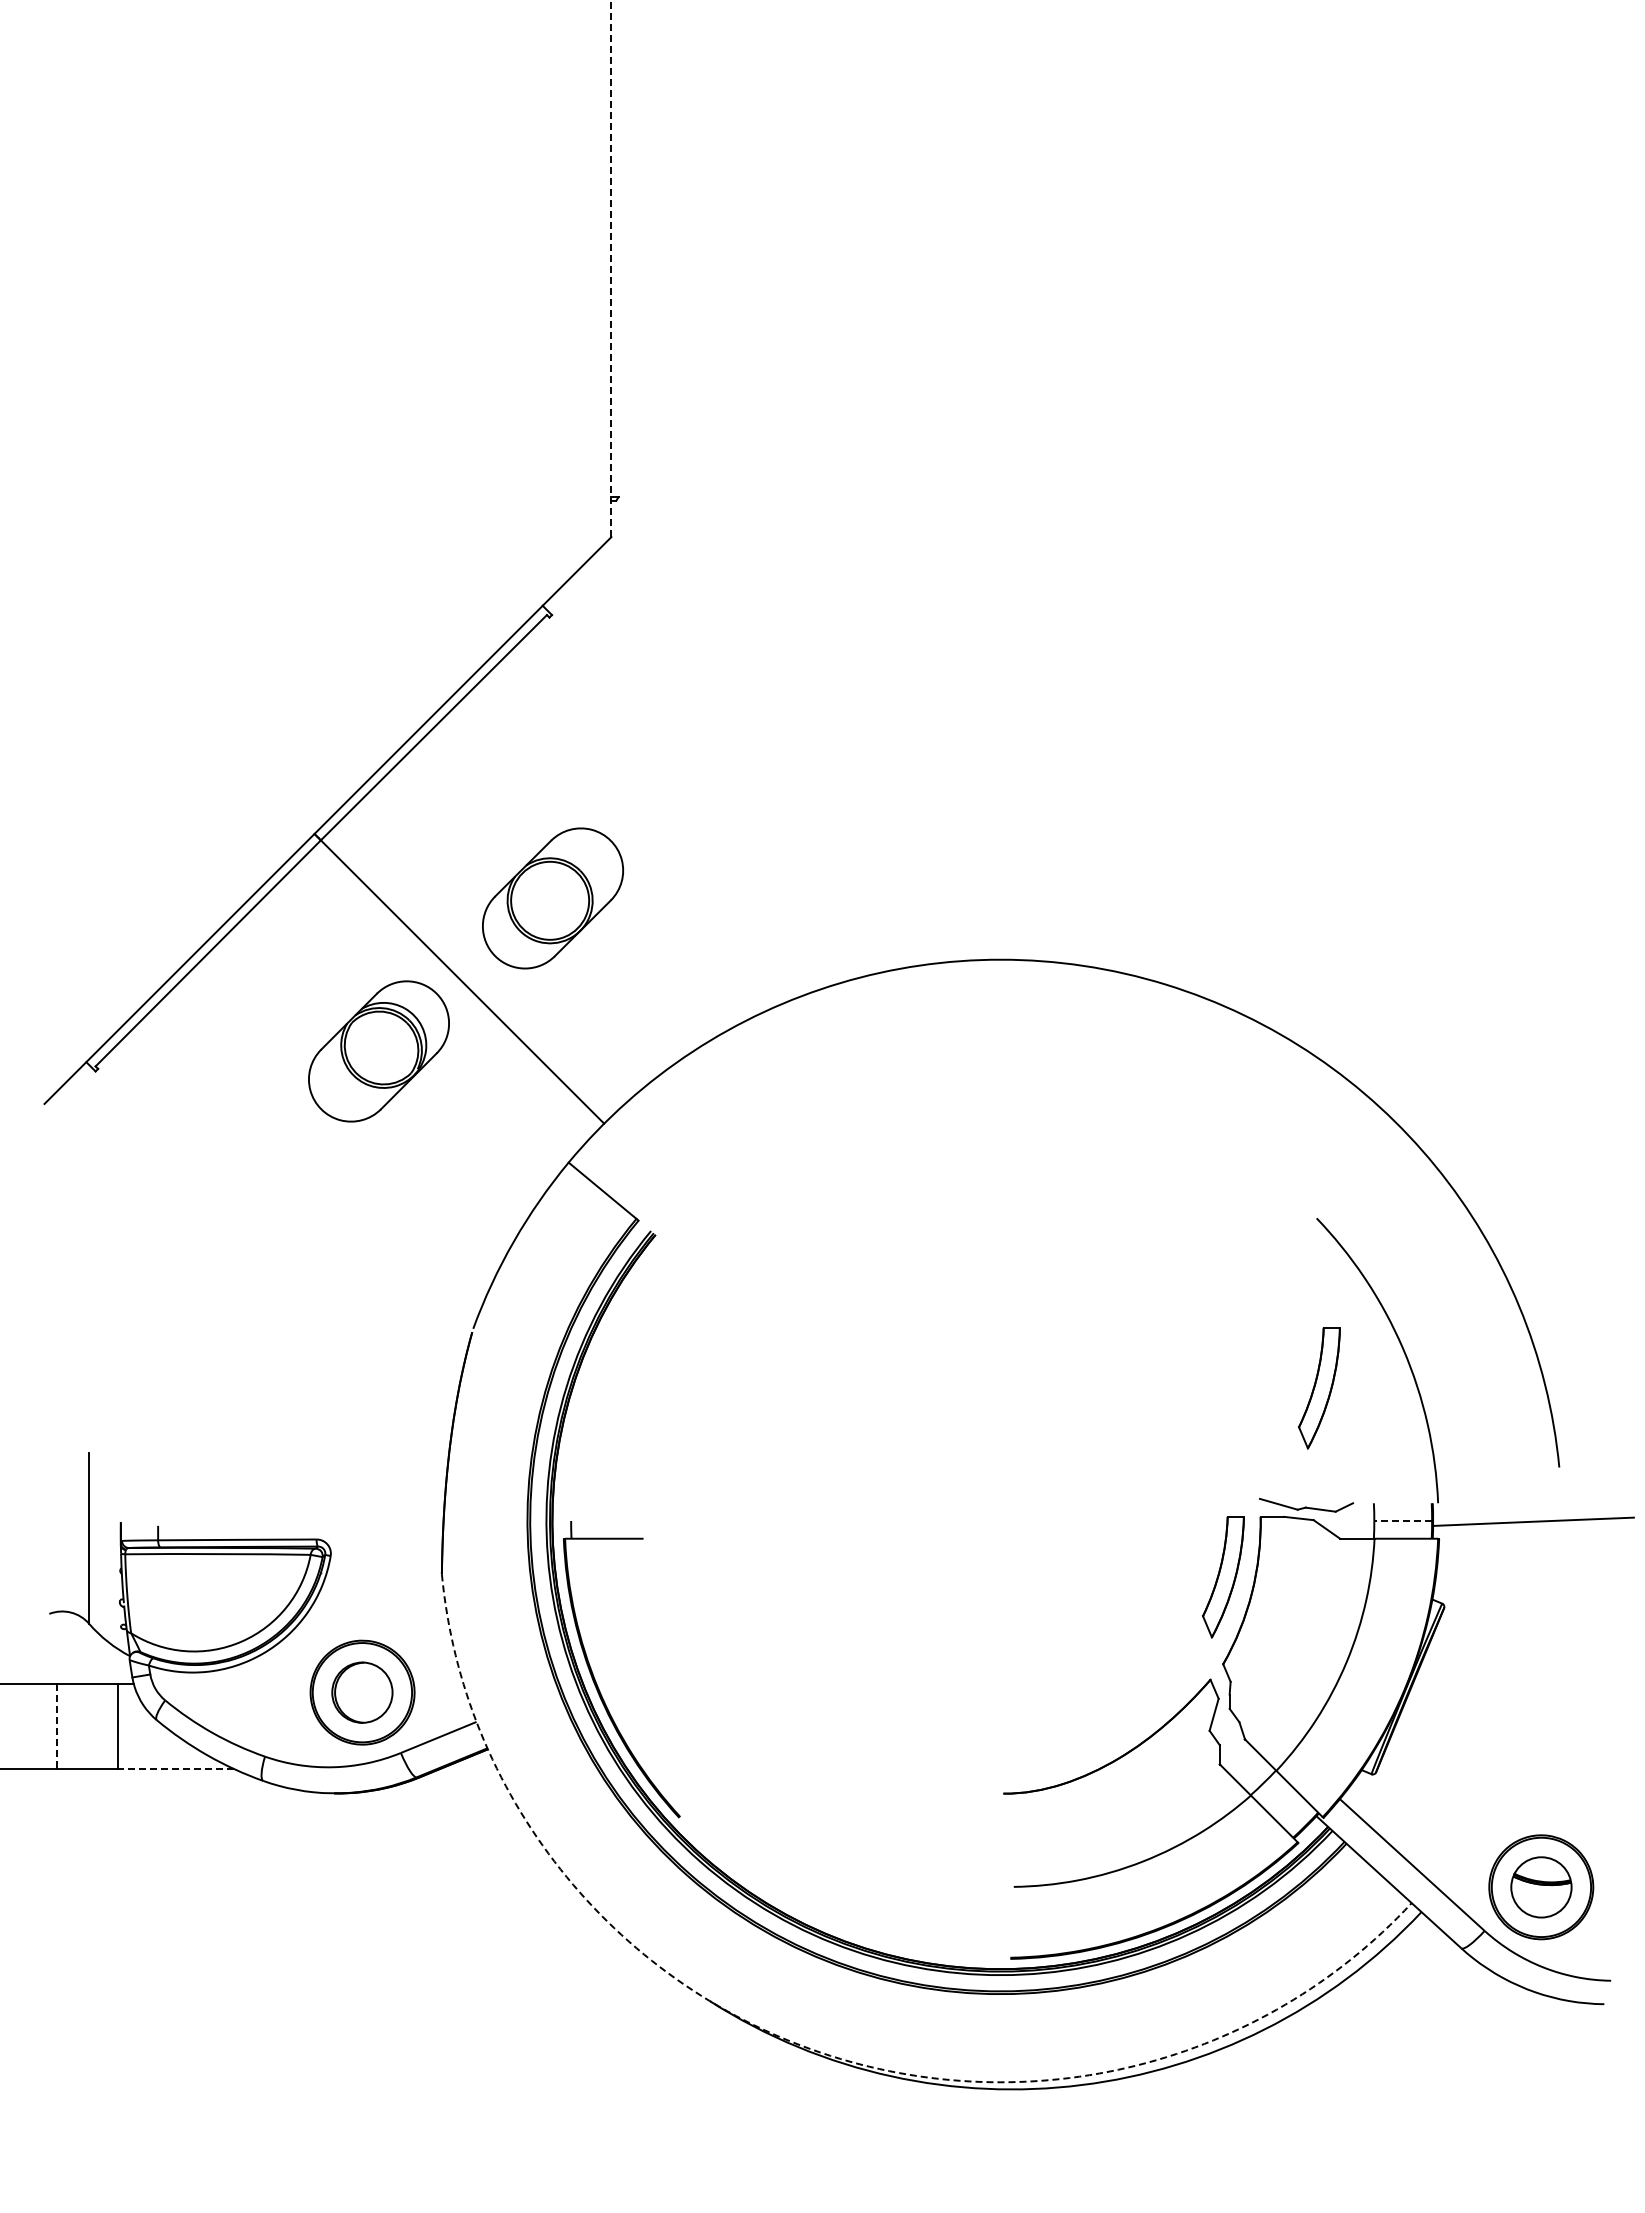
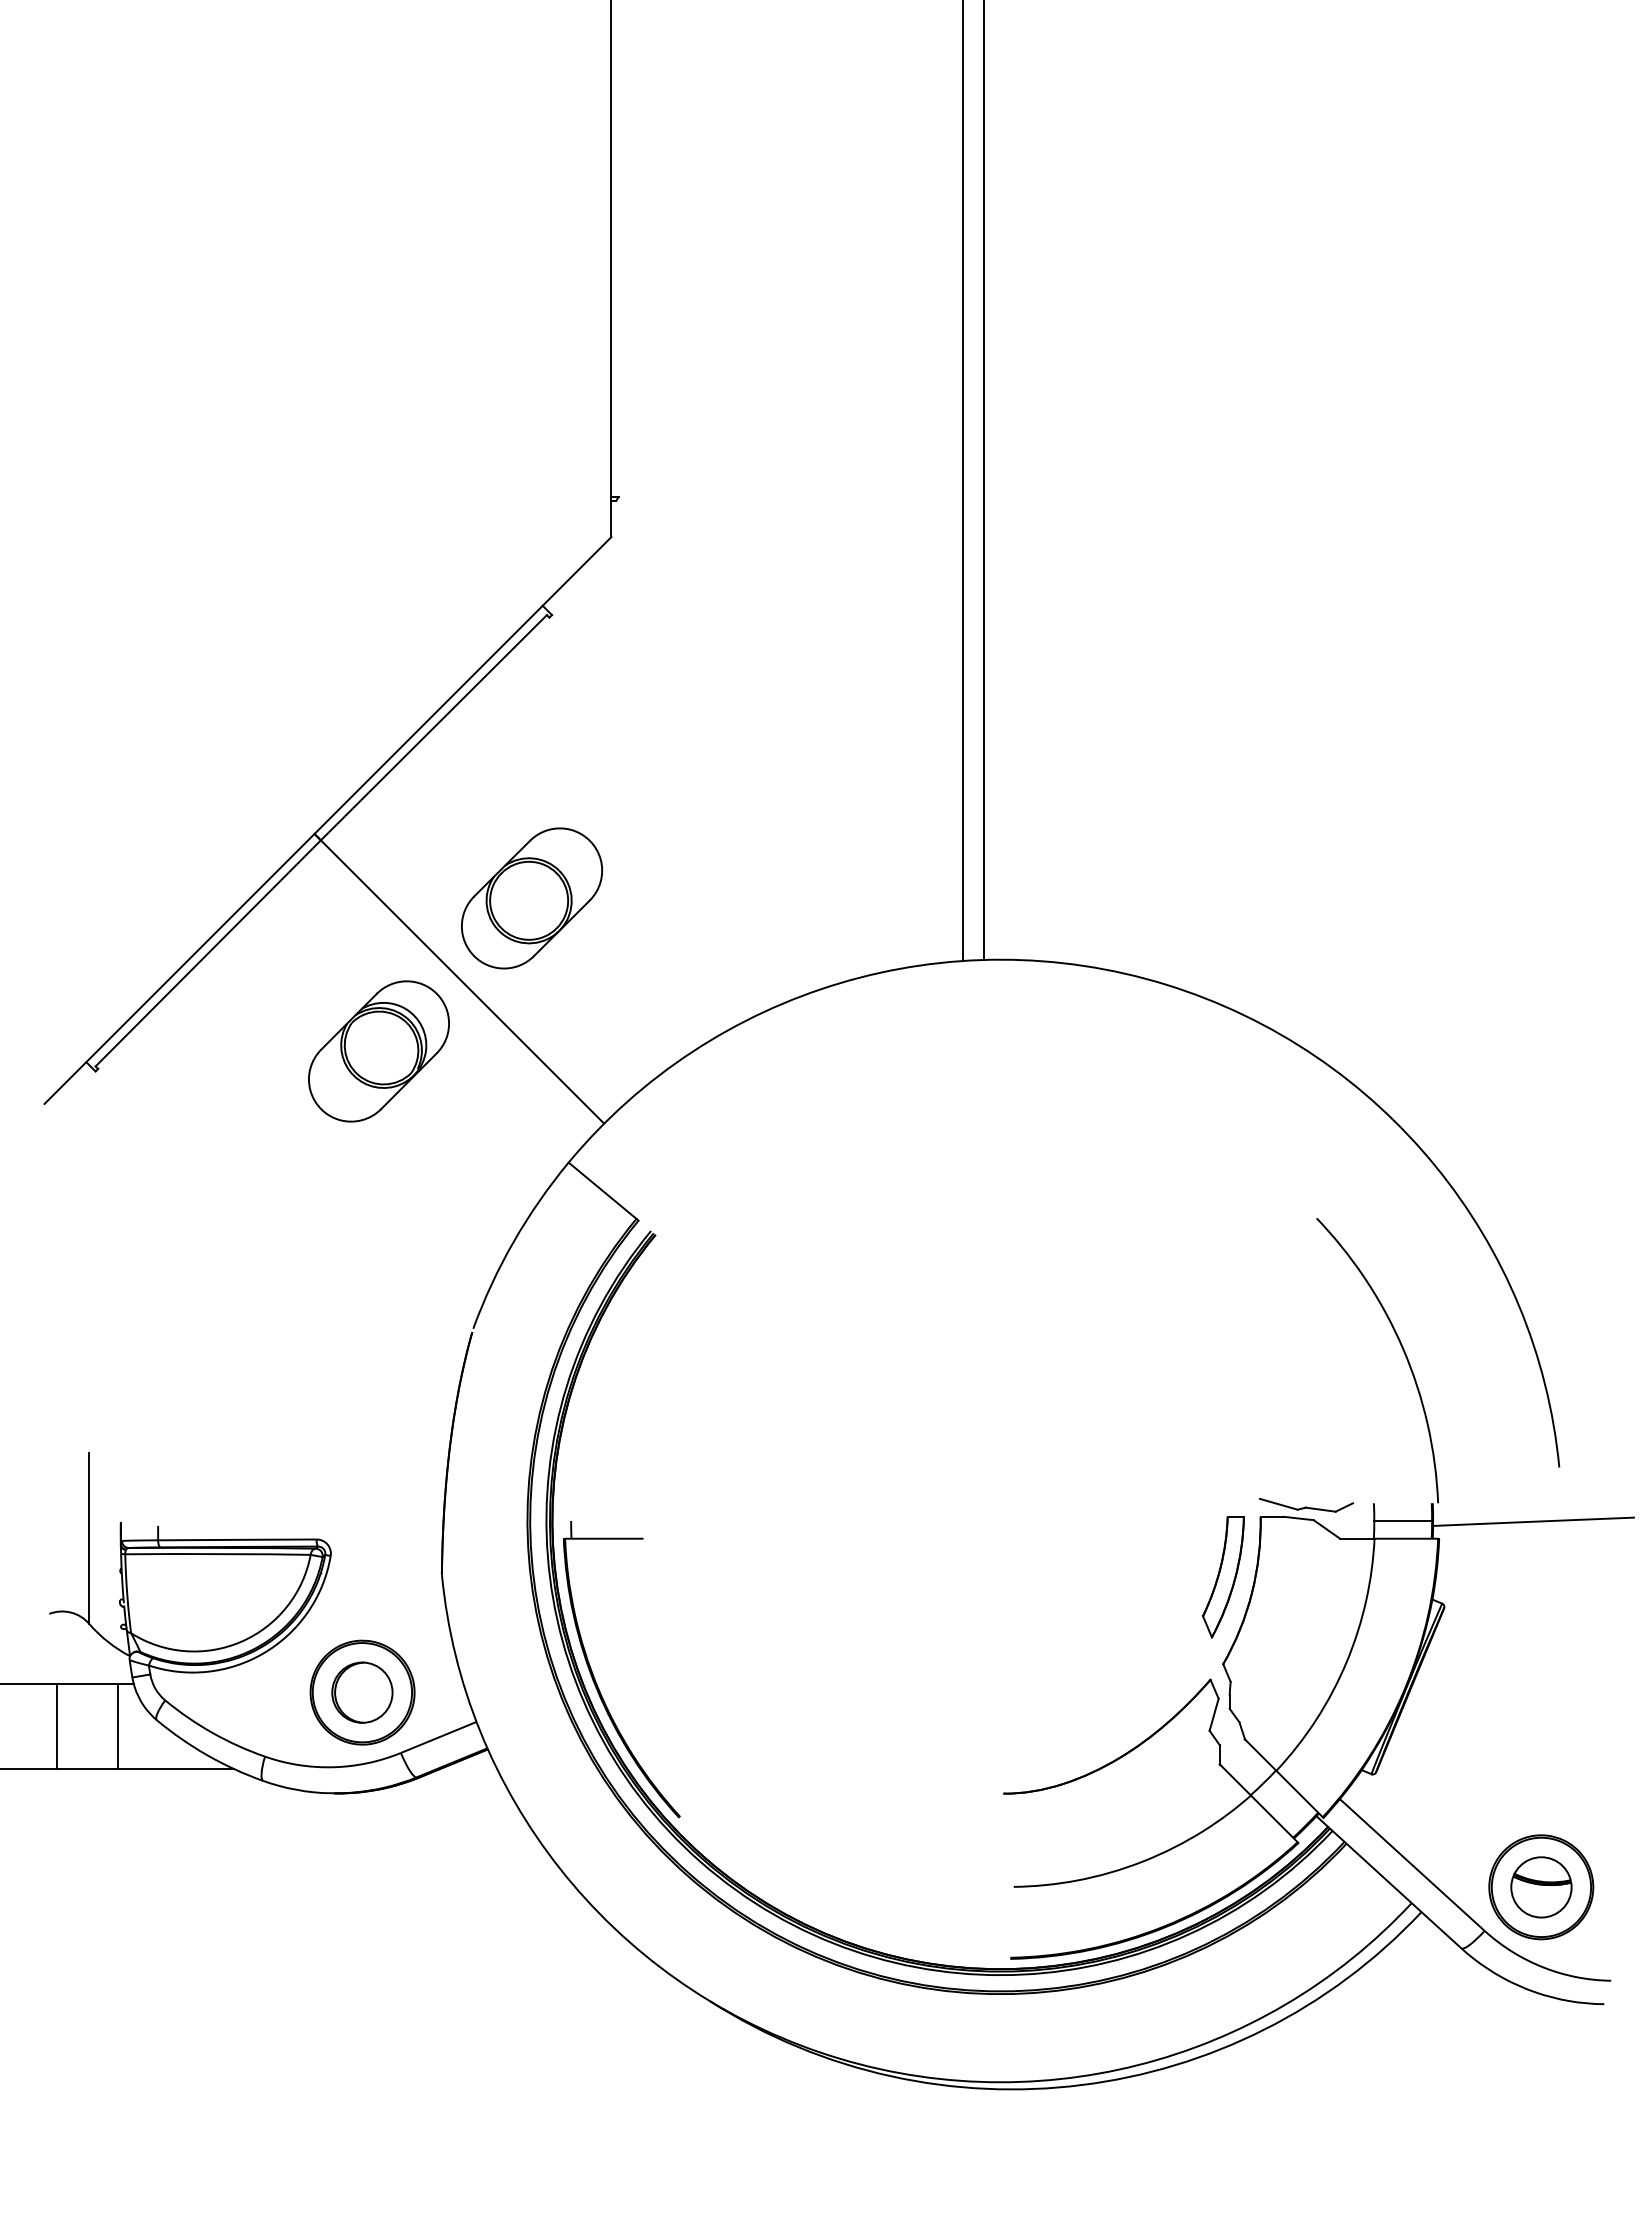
line at (611, 268): dashed -> solid
line at (983, 480): none -> present
line at (962, 481): none -> present
part at (552, 898) position: (552, 898) -> (531, 898)
part at (1319, 1388): present -> none
line at (1403, 1521): dashed -> solid
line at (57, 1726): dashed -> solid
line at (175, 1769): dashed -> solid
arc at (820, 2052): dashed -> solid
